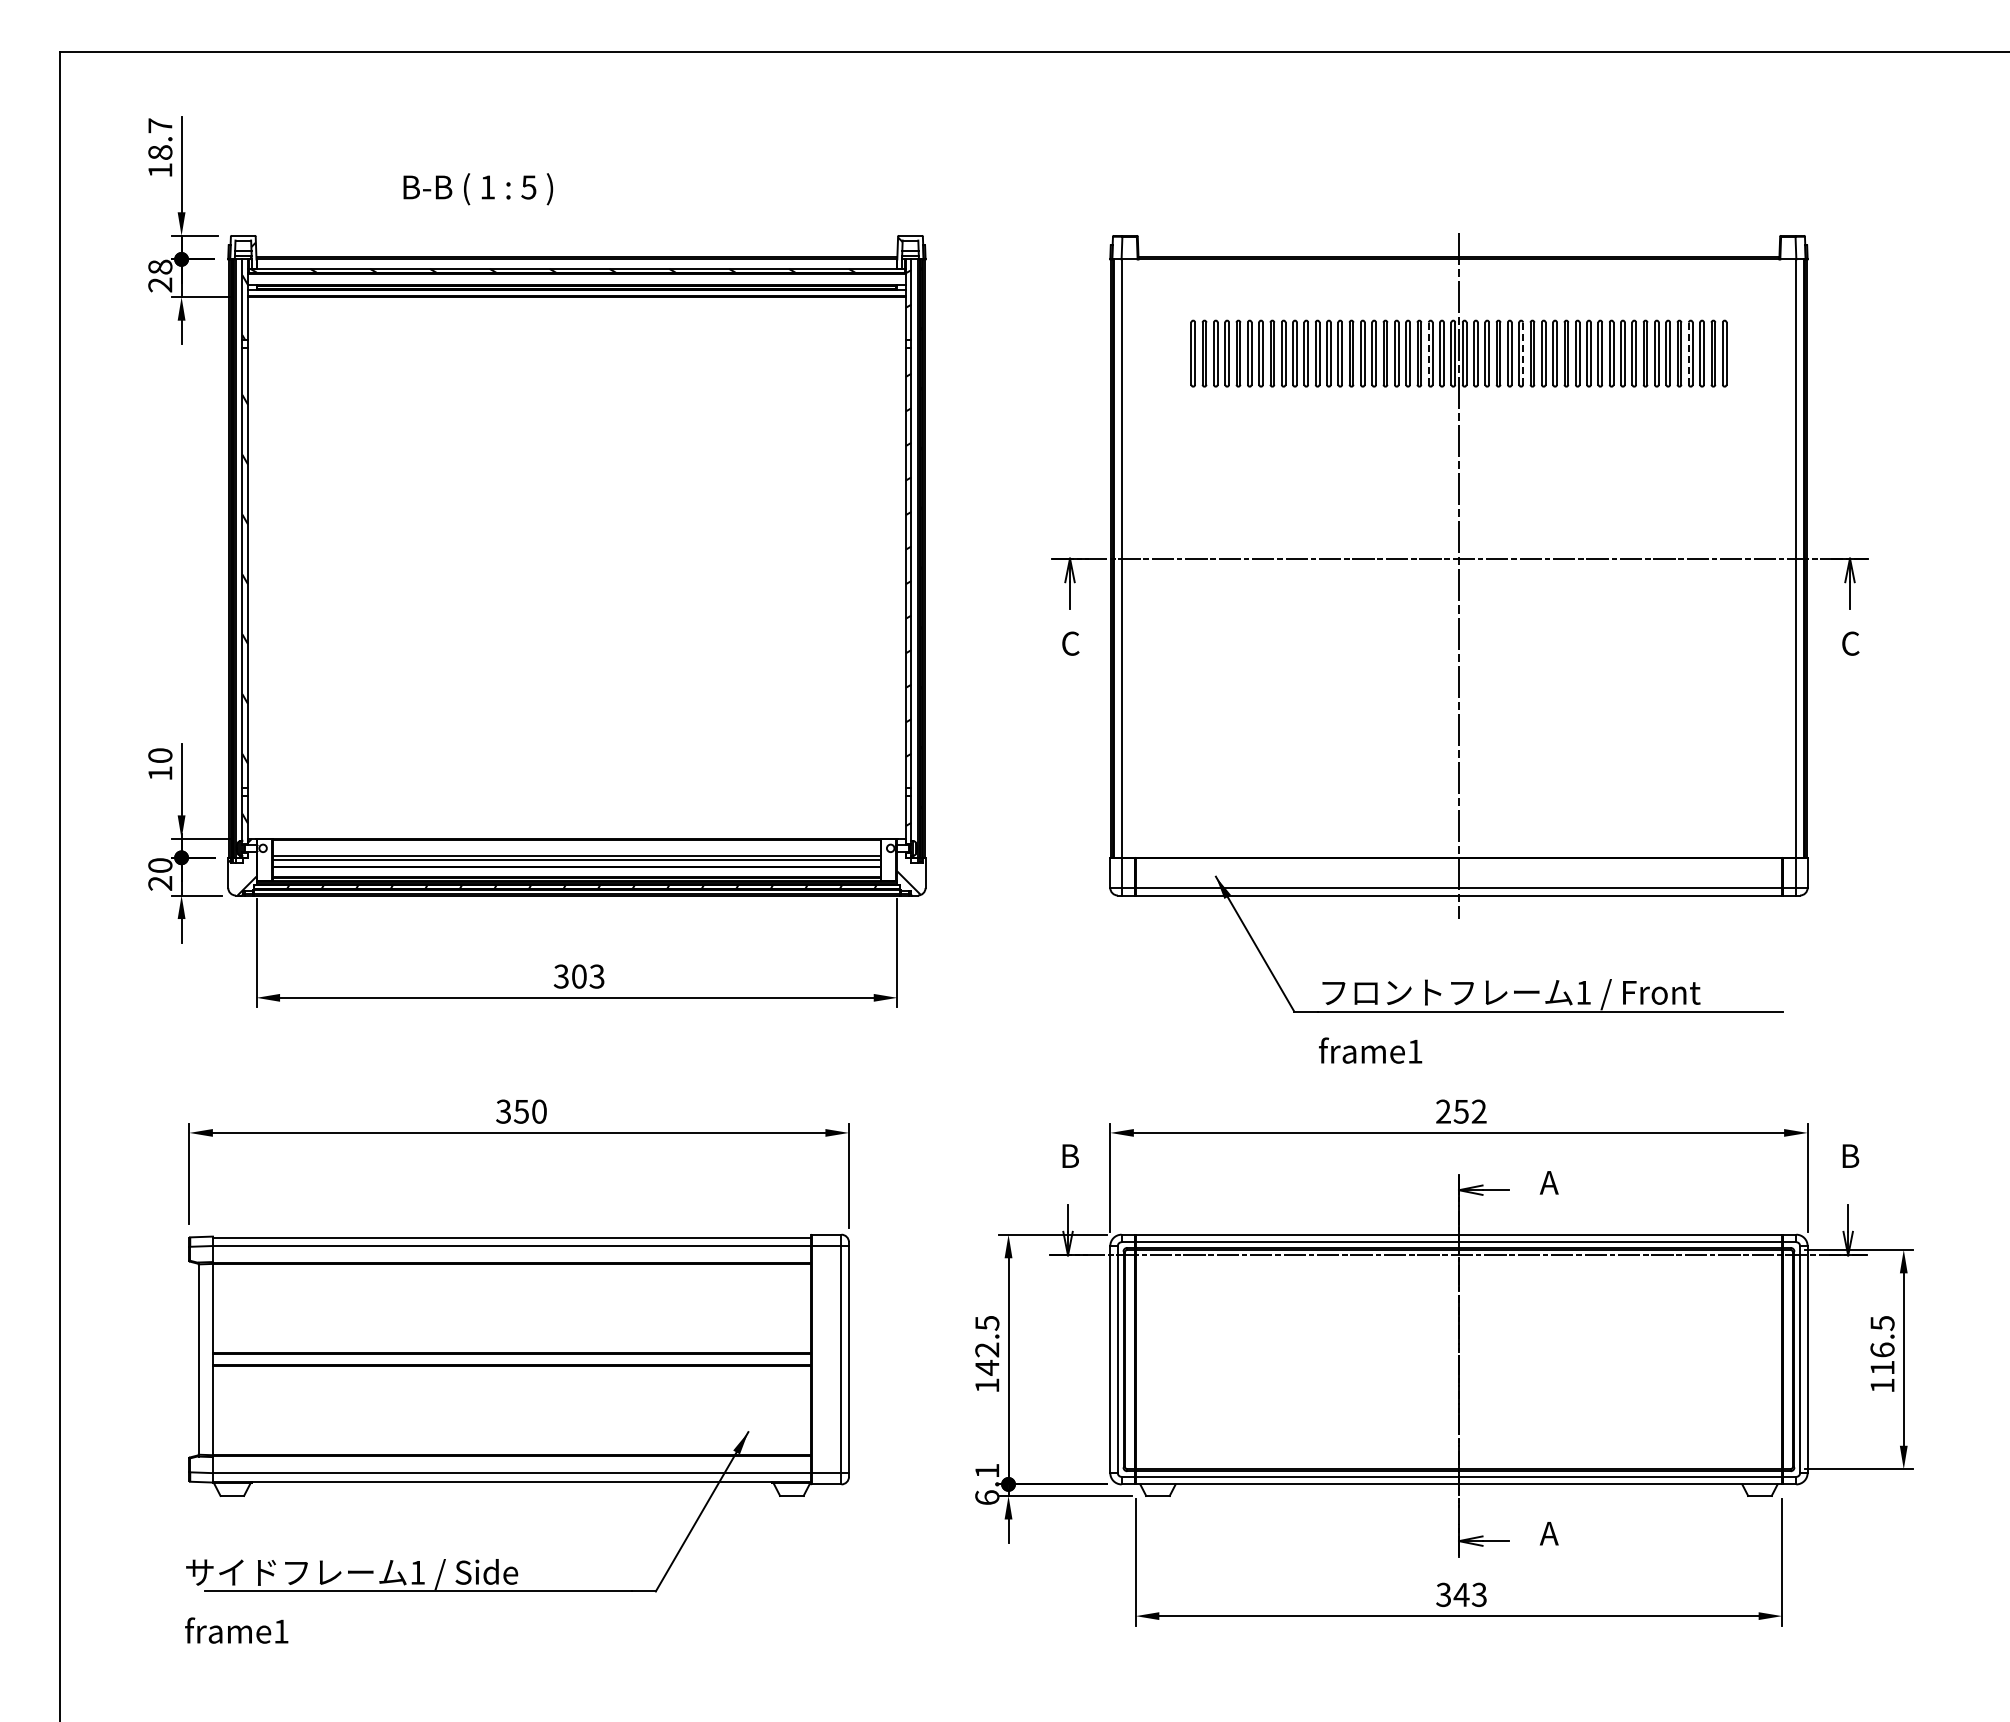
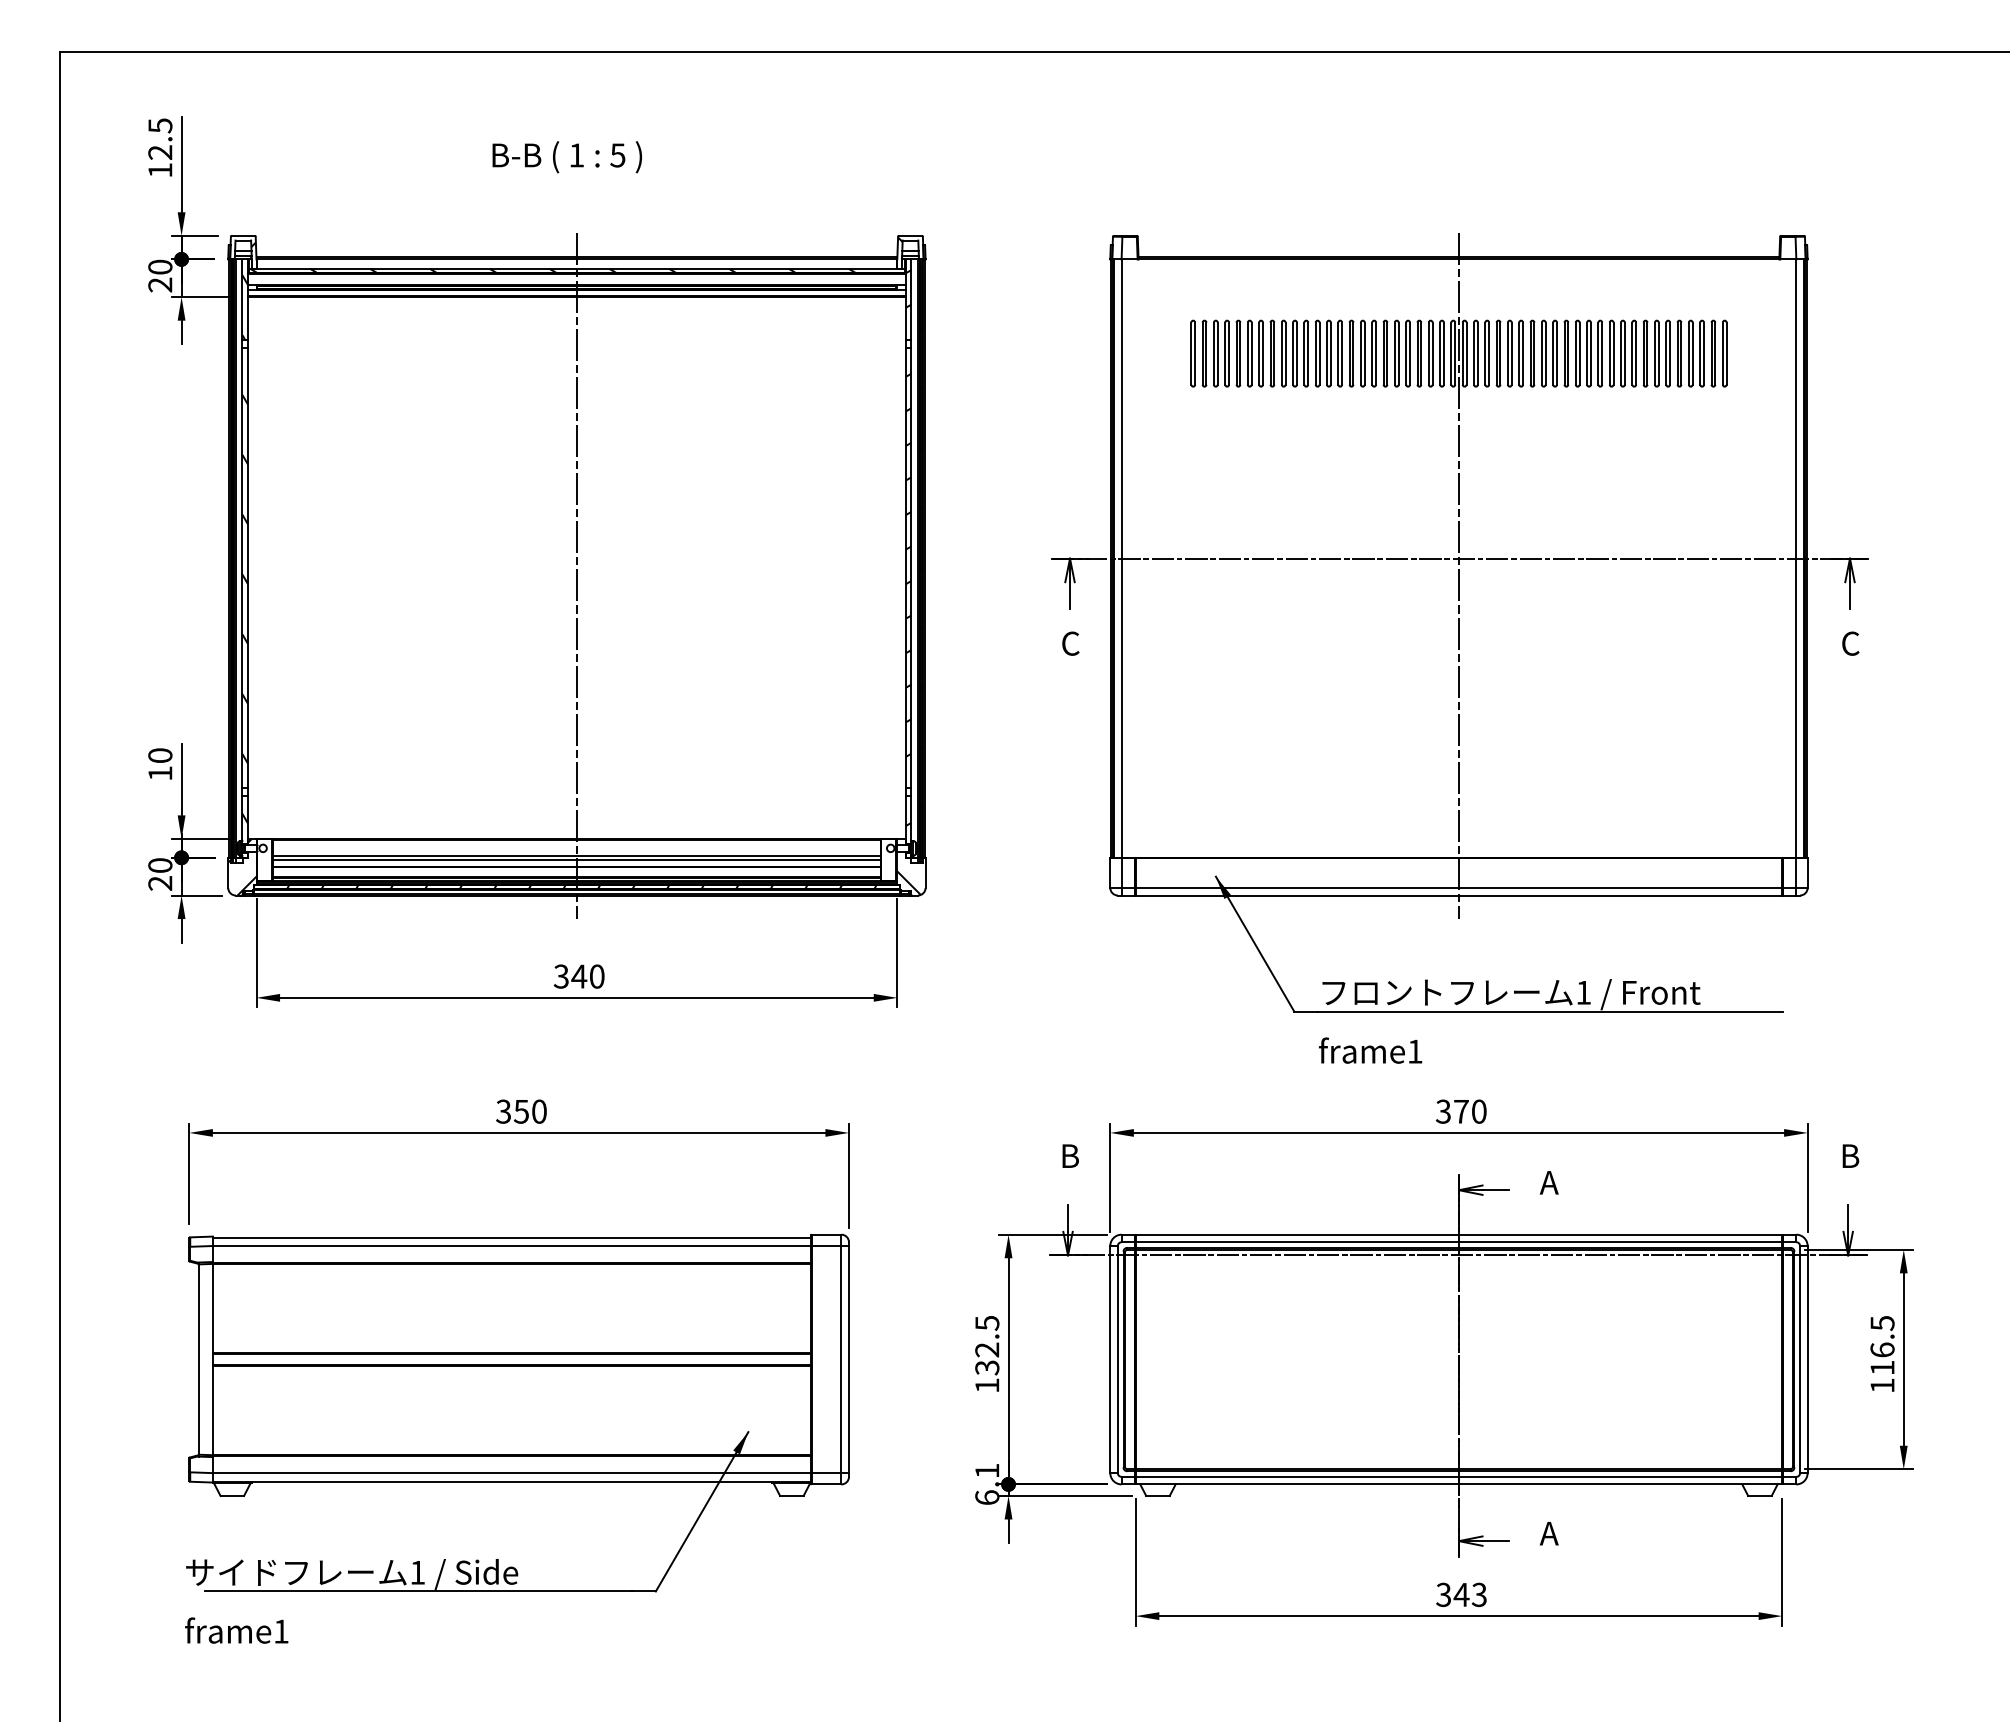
text at (160, 138): 18.7 -> 12.5
text at (478, 189) position: (478, 189) -> (567, 157)
text at (160, 266): 28 -> 20
line at (1428, 353): dashed -> solid
line at (1688, 353): dashed -> solid
line at (1523, 354): dashed -> solid
line at (576, 576): none -> present
text at (587, 976): 303 -> 340
text at (1460, 1111): 252 -> 370
text at (987, 1367): 142.5 -> 132.5
